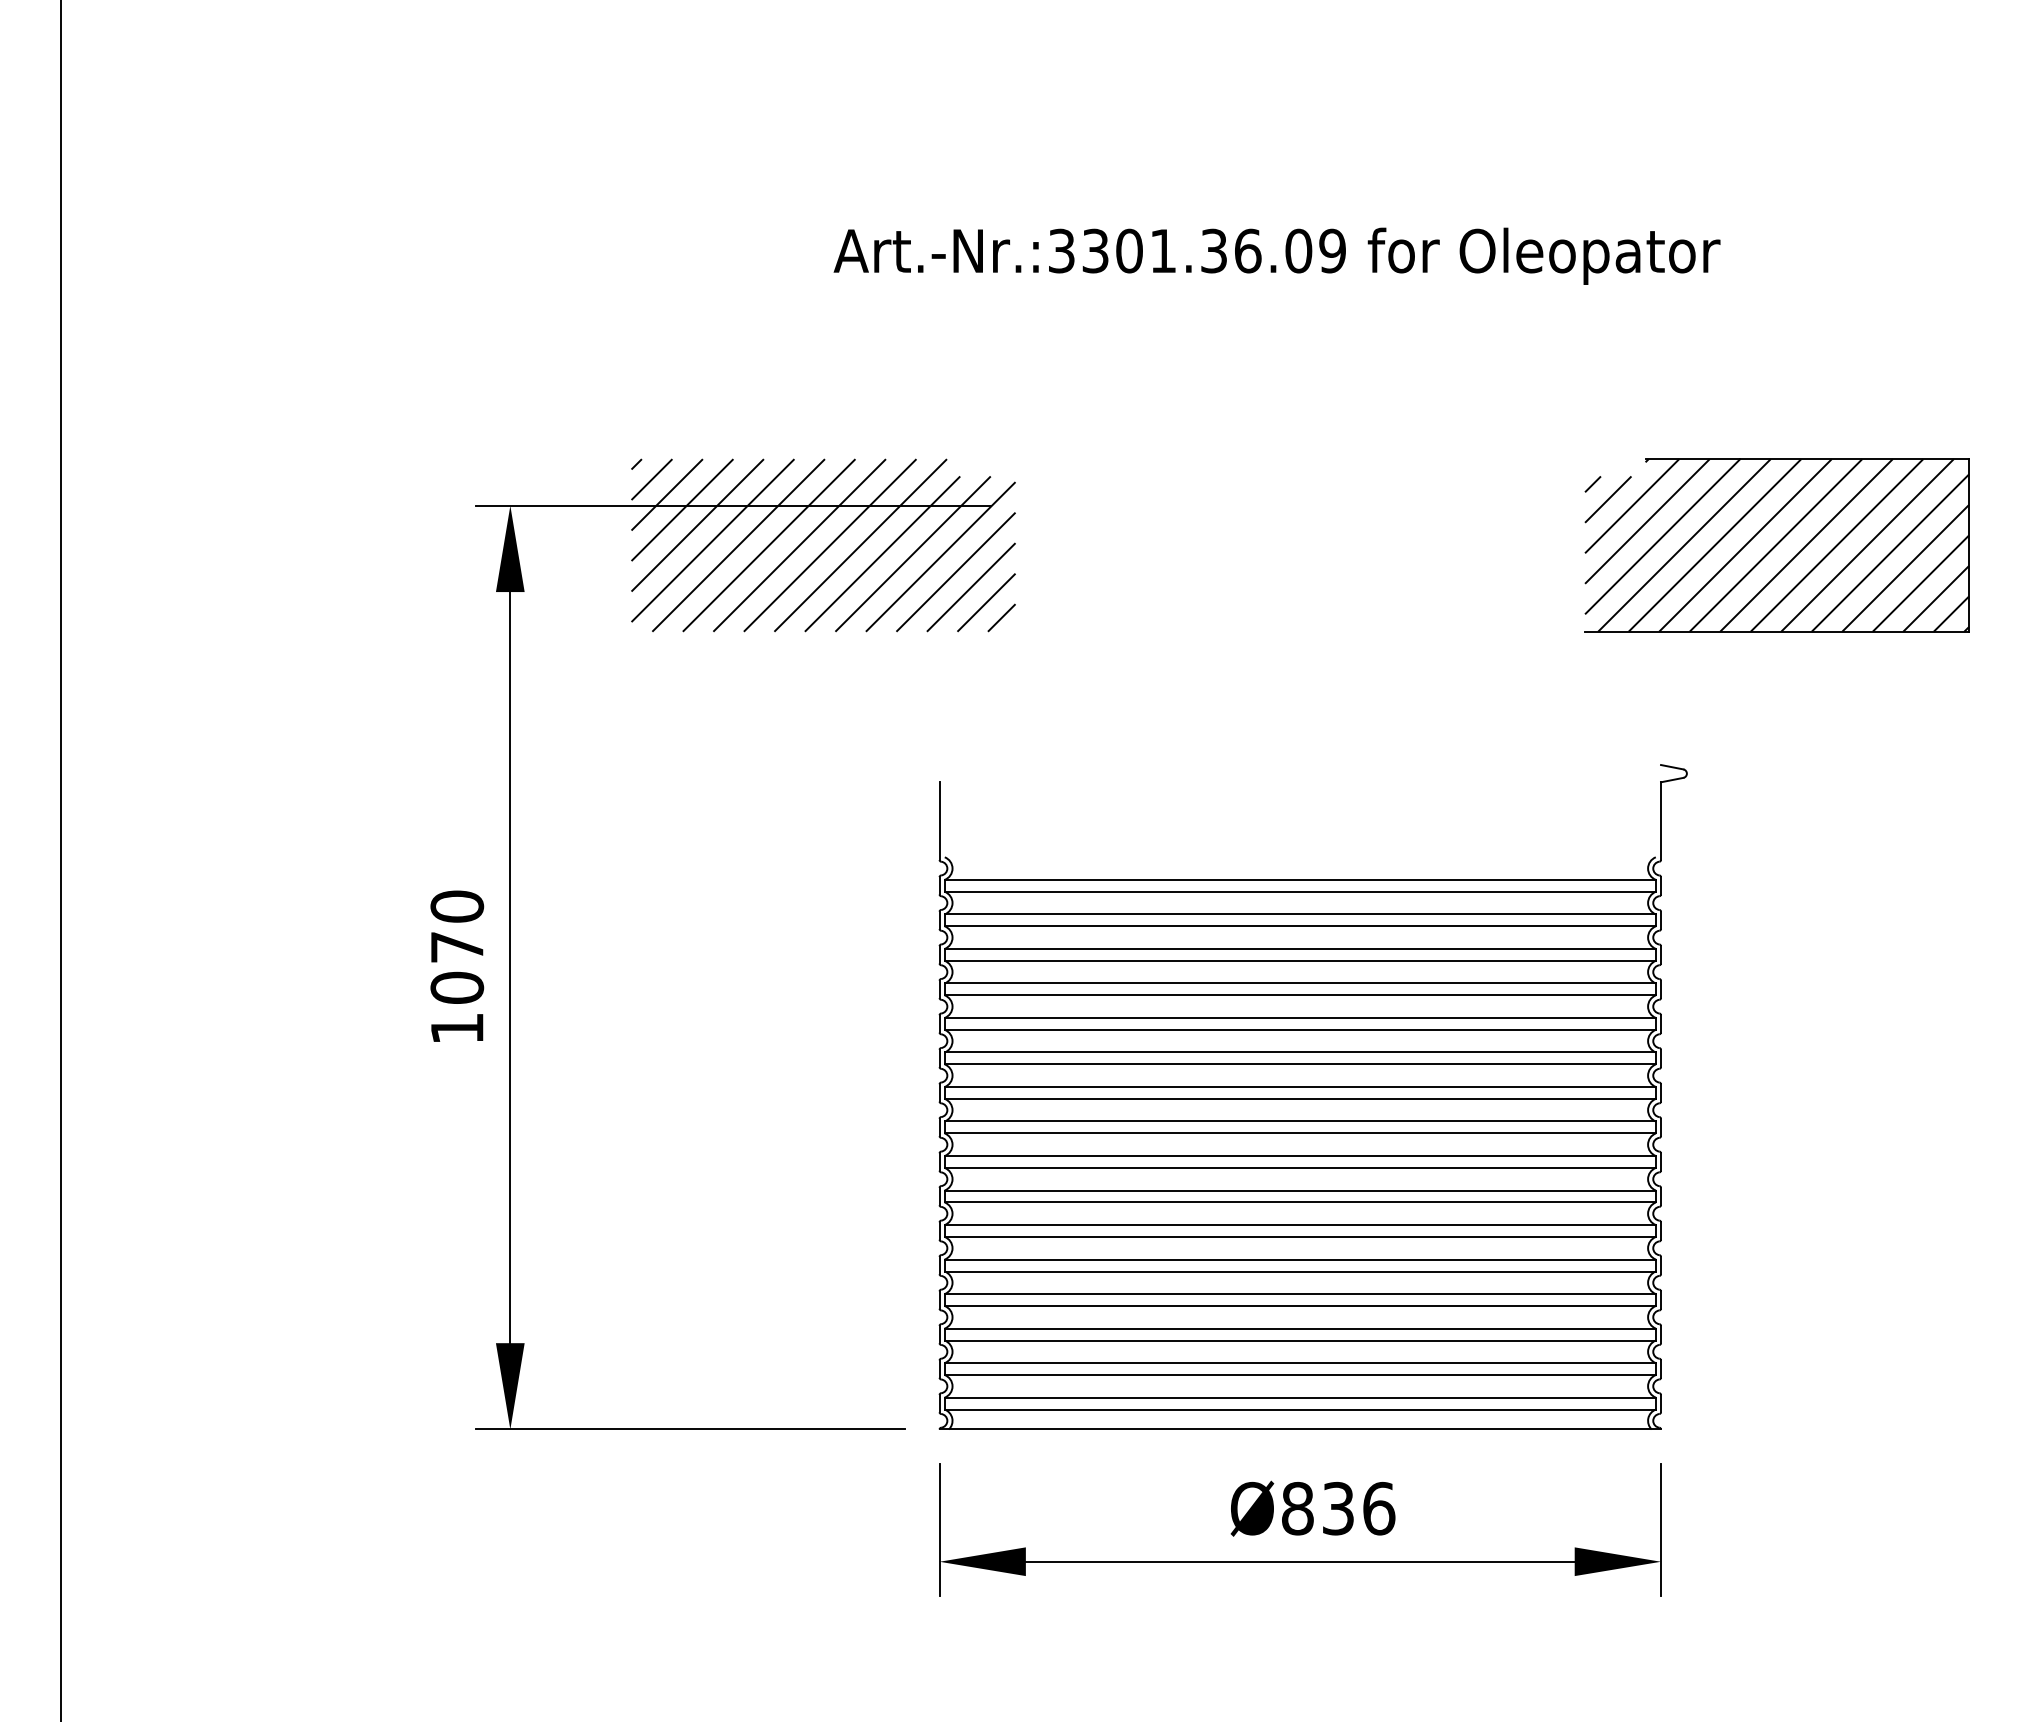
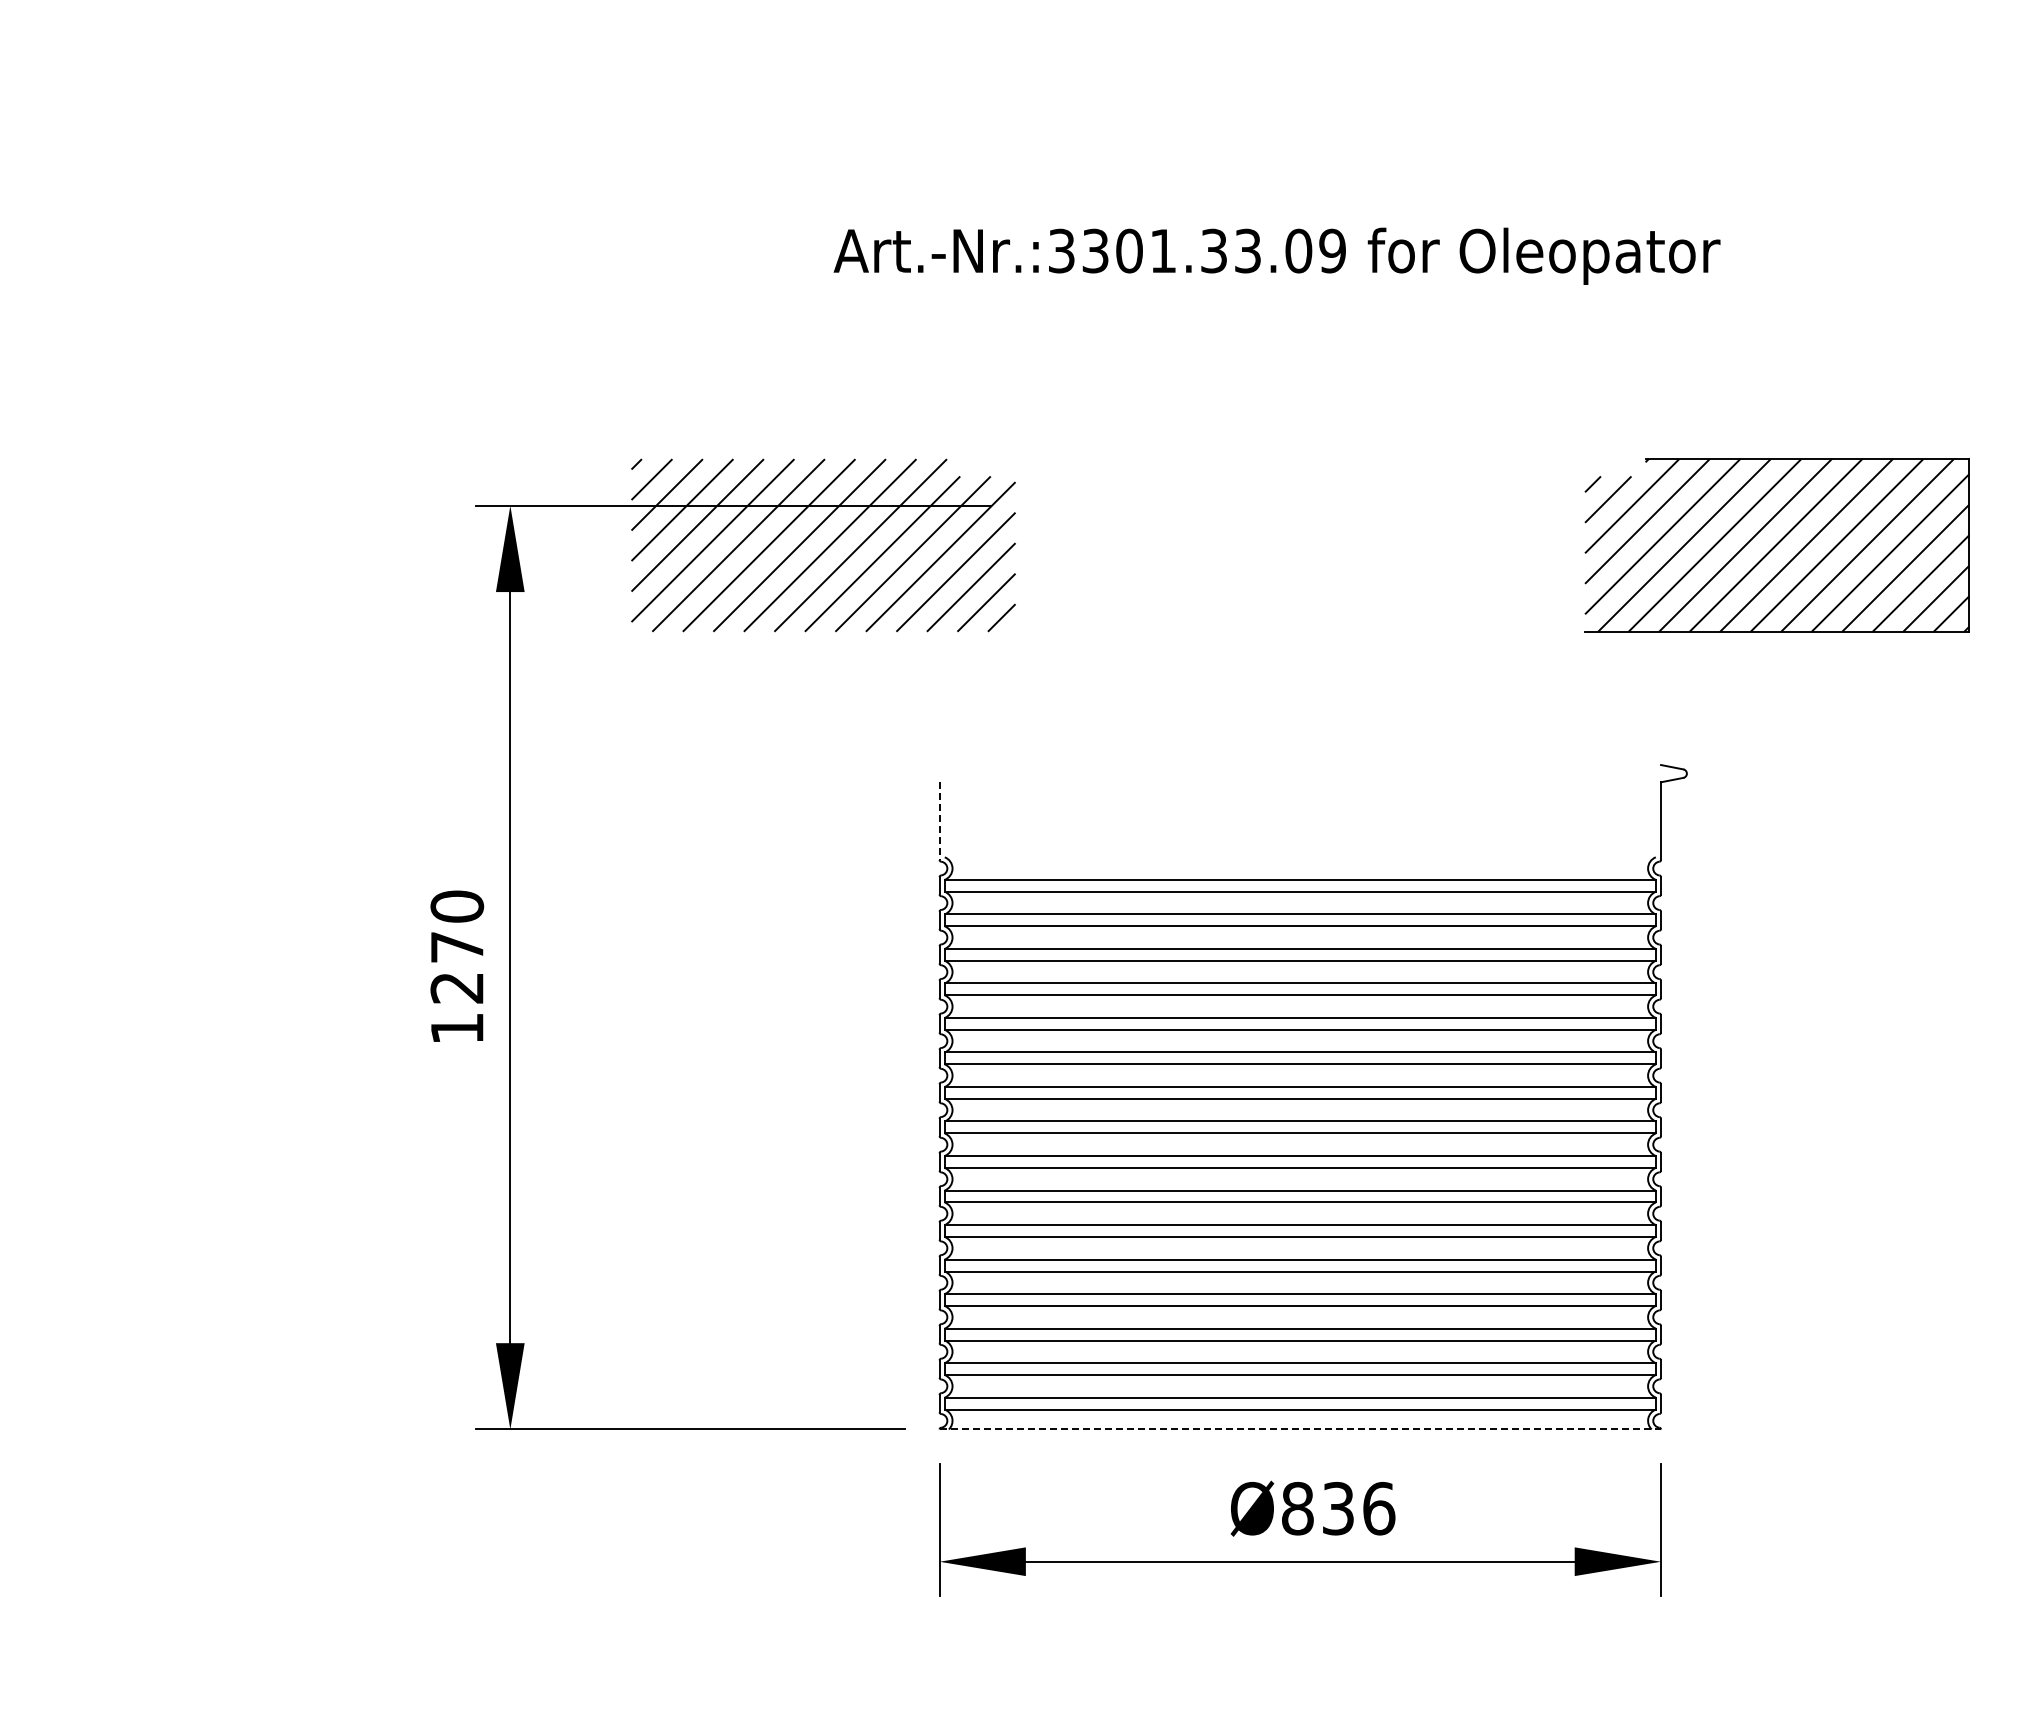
text at (1248, 250): Art.-Nr.:3301.36.09 -> Art.-Nr.:3301.33.09
line at (939, 821): solid -> dashed
line at (60, 860): present -> none
text at (457, 987): 1070 -> 1270
line at (1300, 1429): solid -> dashed
